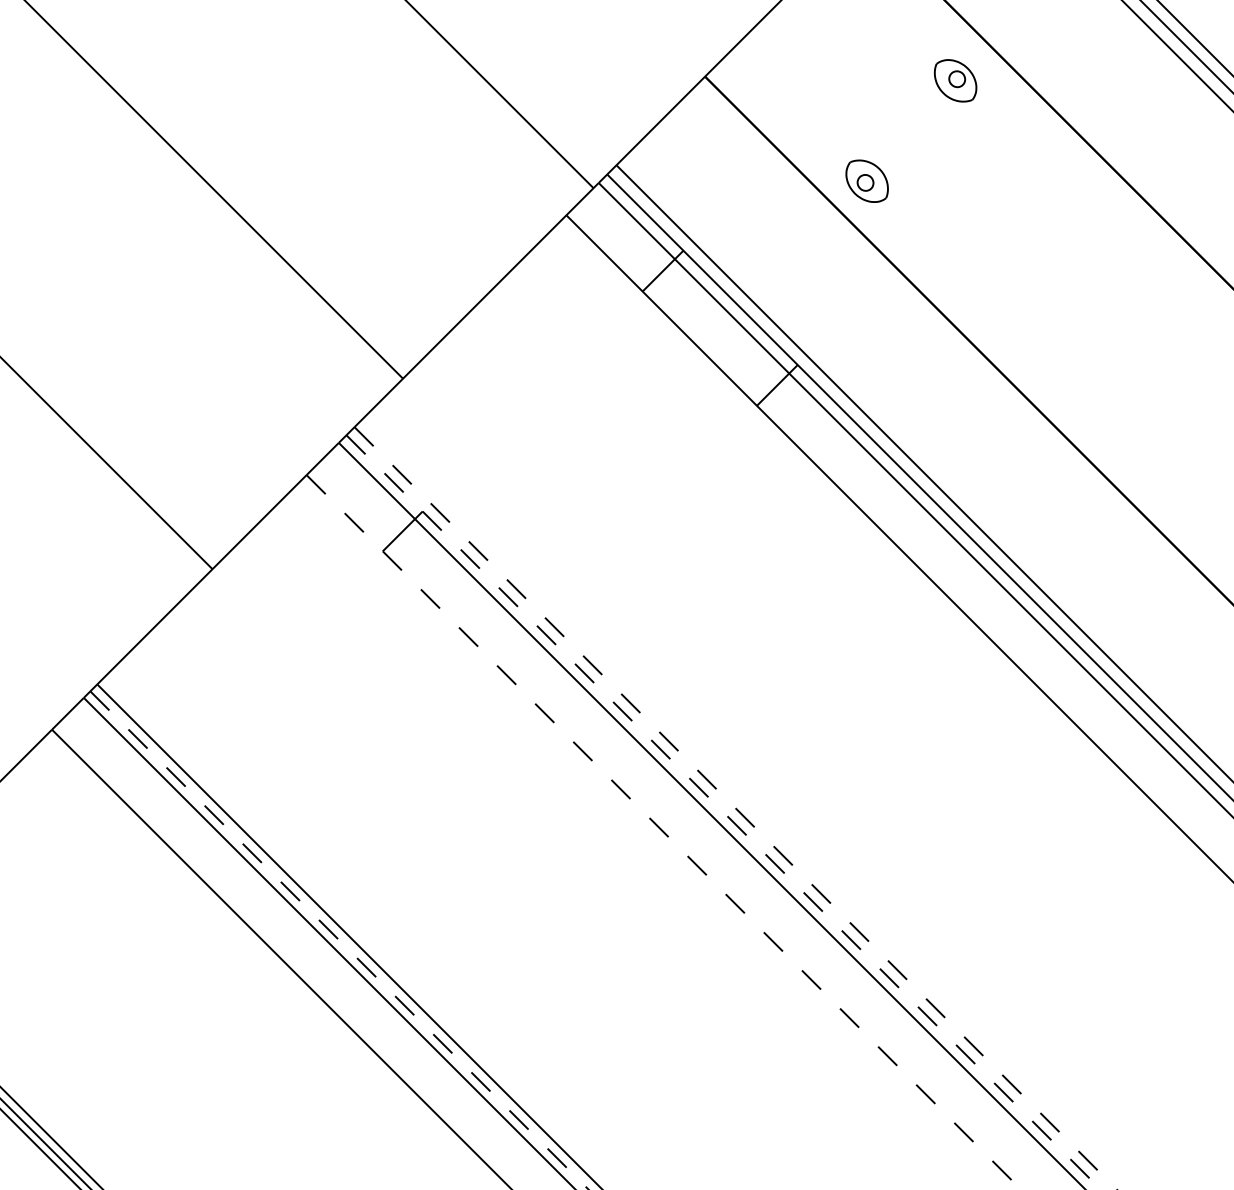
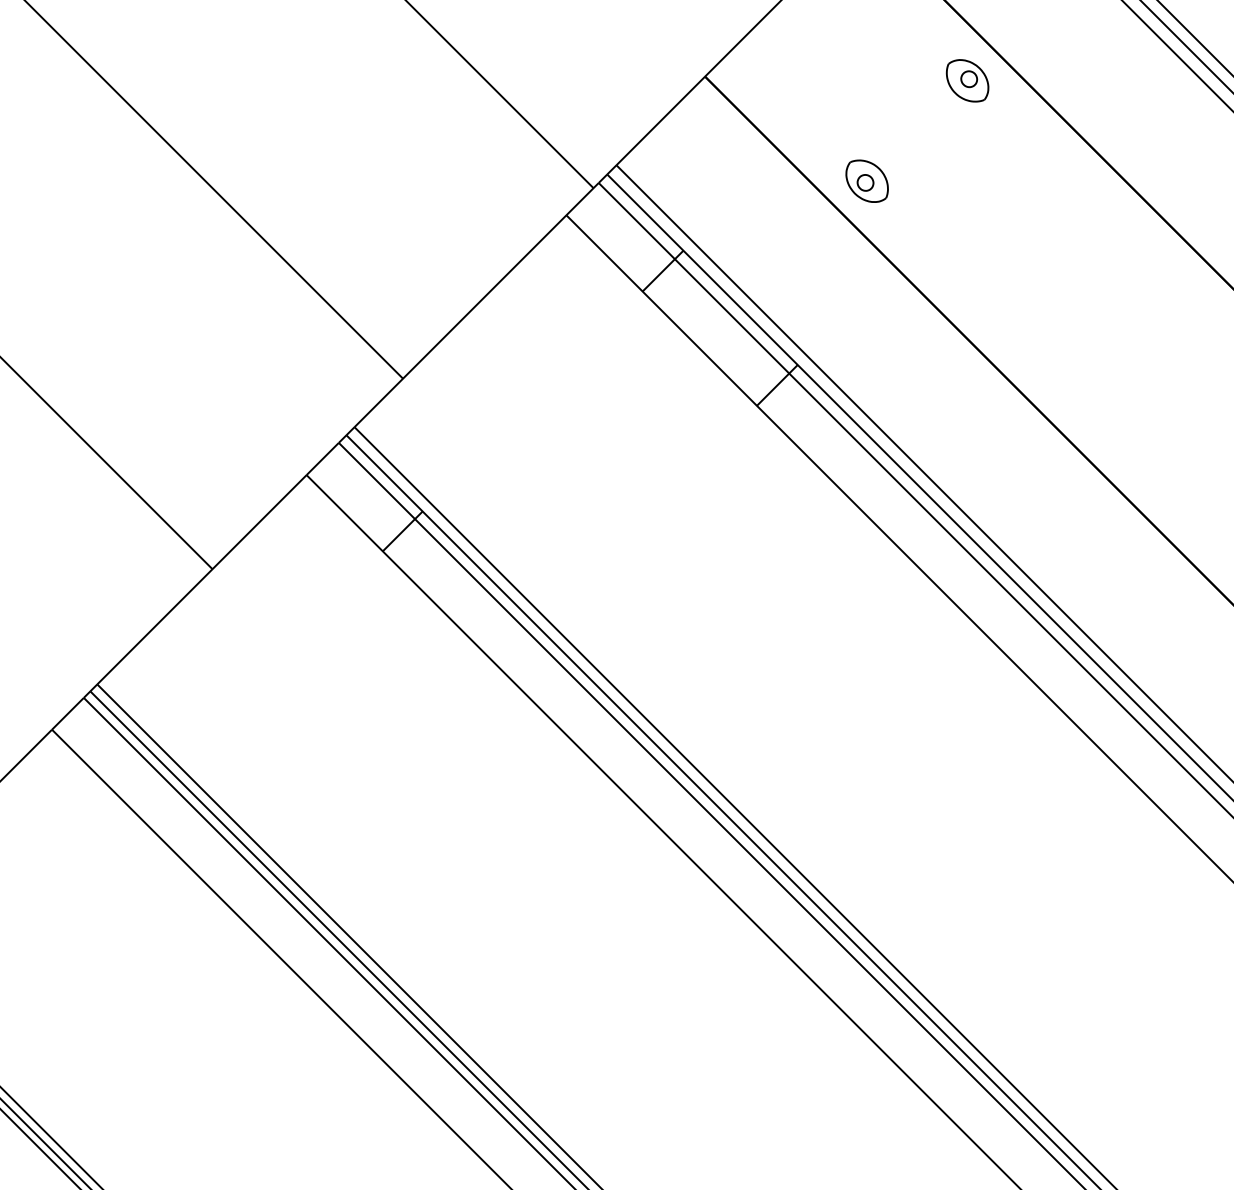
part at (955, 80) position: (955, 80) -> (967, 80)
line at (735, 808): dashed -> solid
line at (724, 812): dashed -> solid
line at (664, 832): dashed -> solid
line at (339, 940): dashed -> solid
